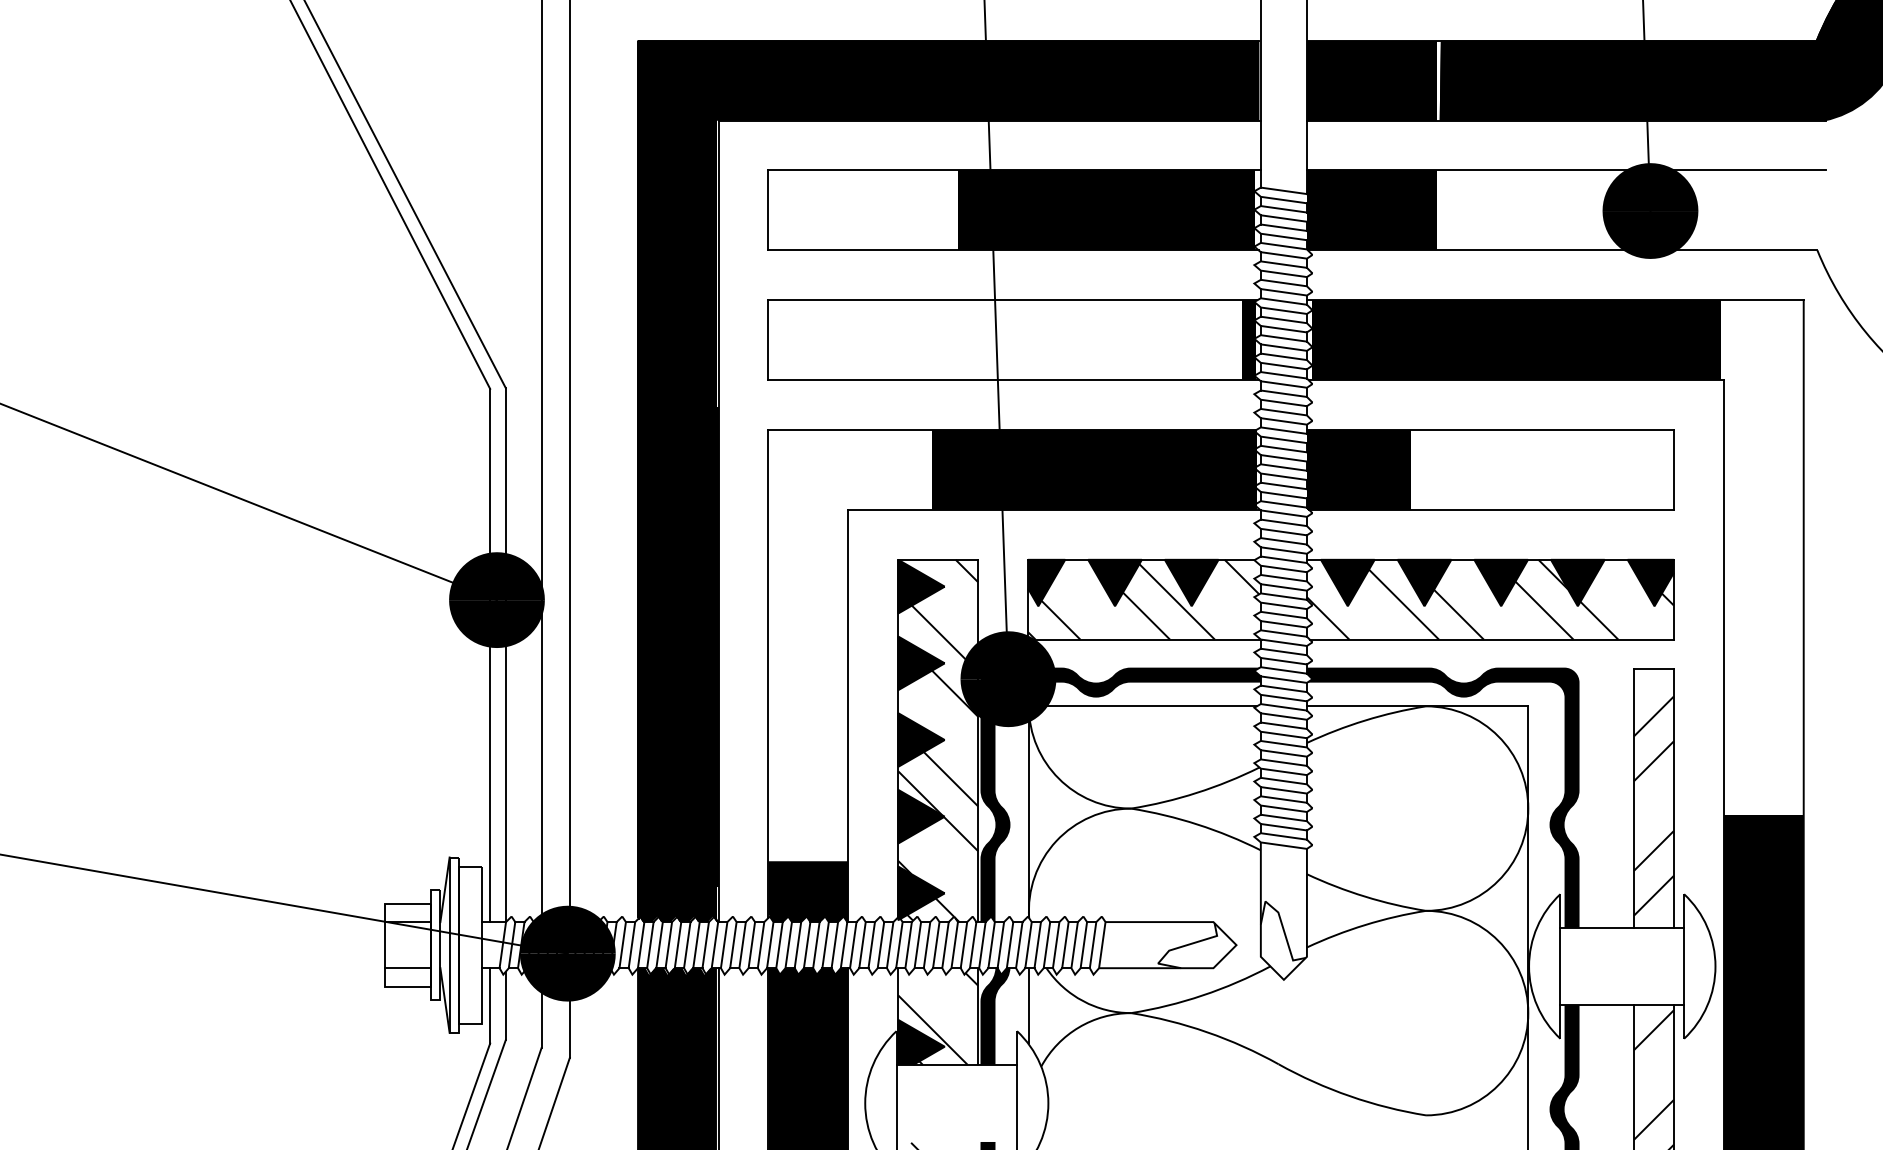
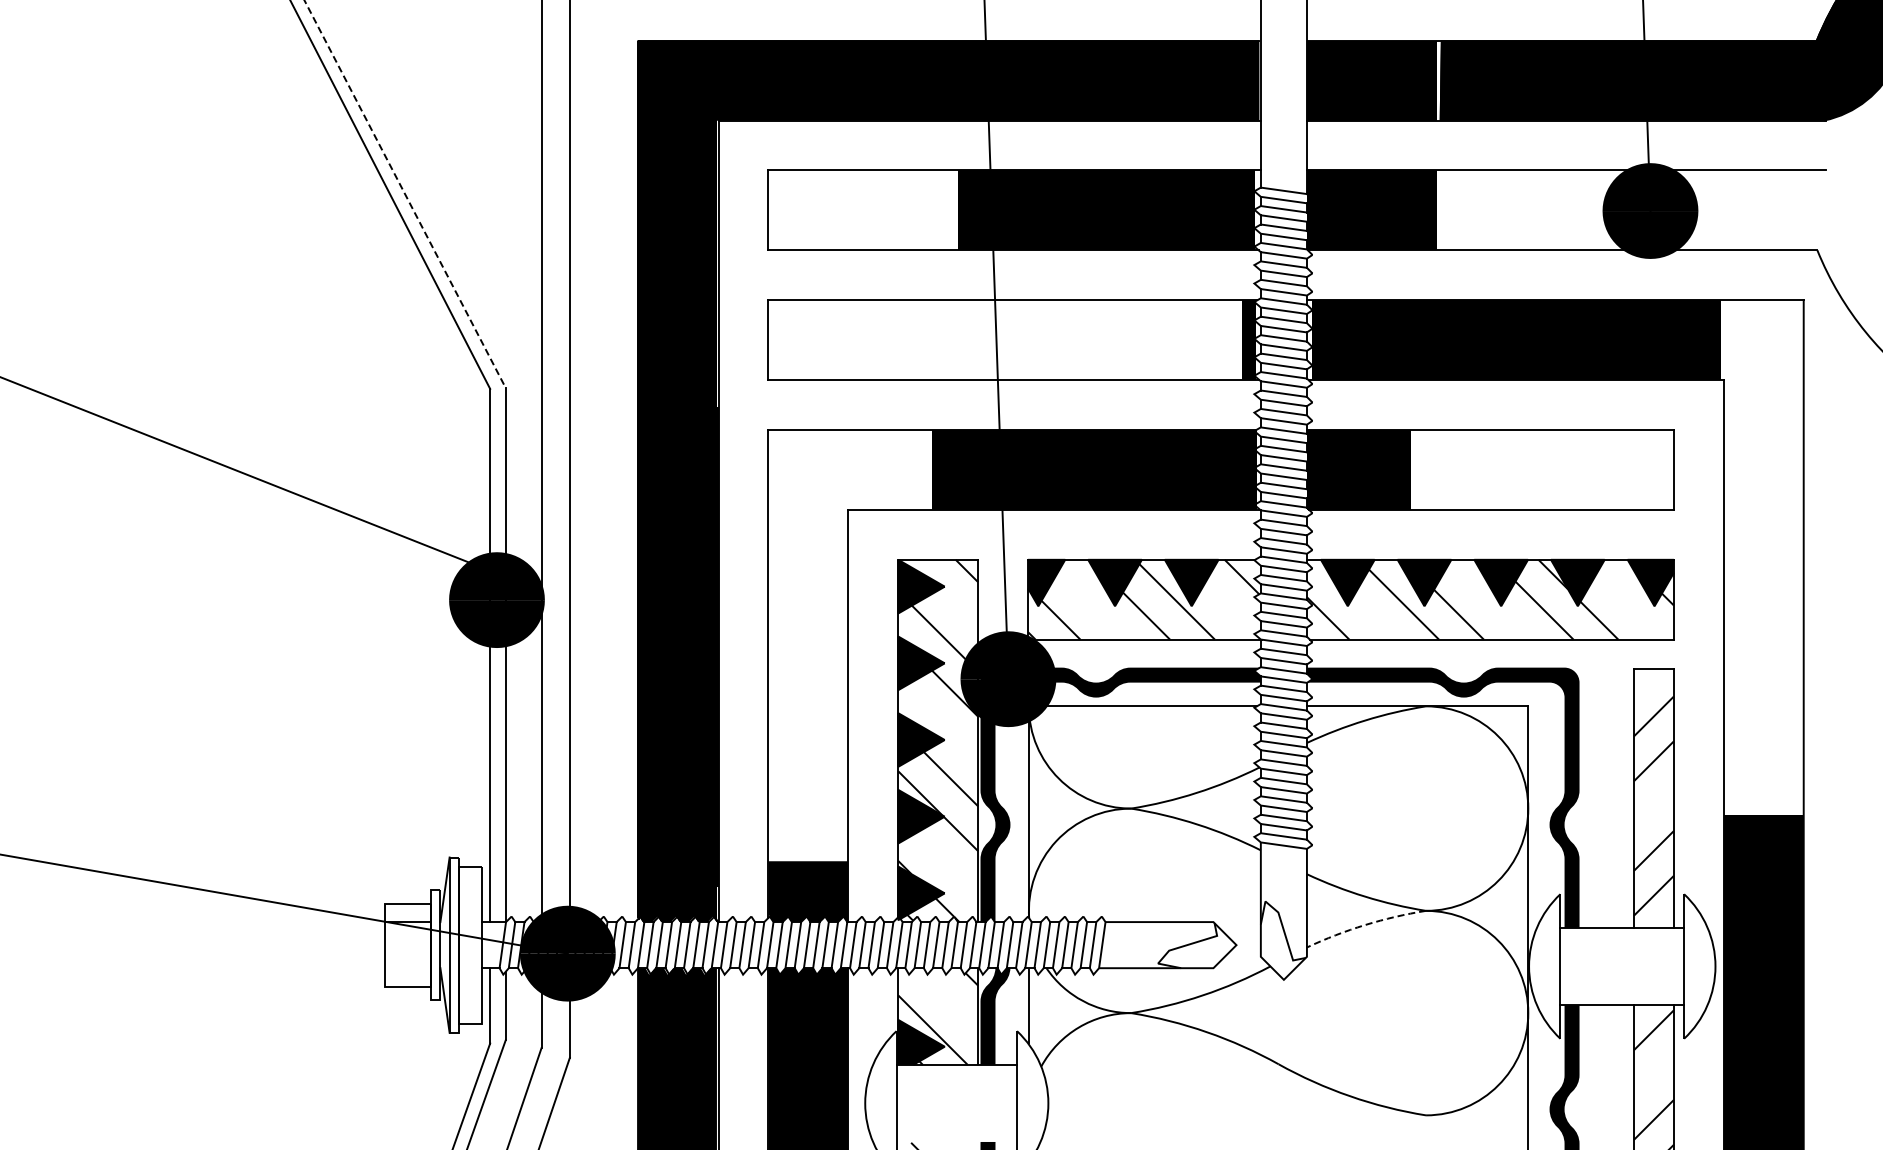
line at (405, 194): solid -> dashed
line at (249, 502) position: (249, 502) -> (253, 477)
arc at (1365, 925): solid -> dashed
line at (408, 968): present -> none
